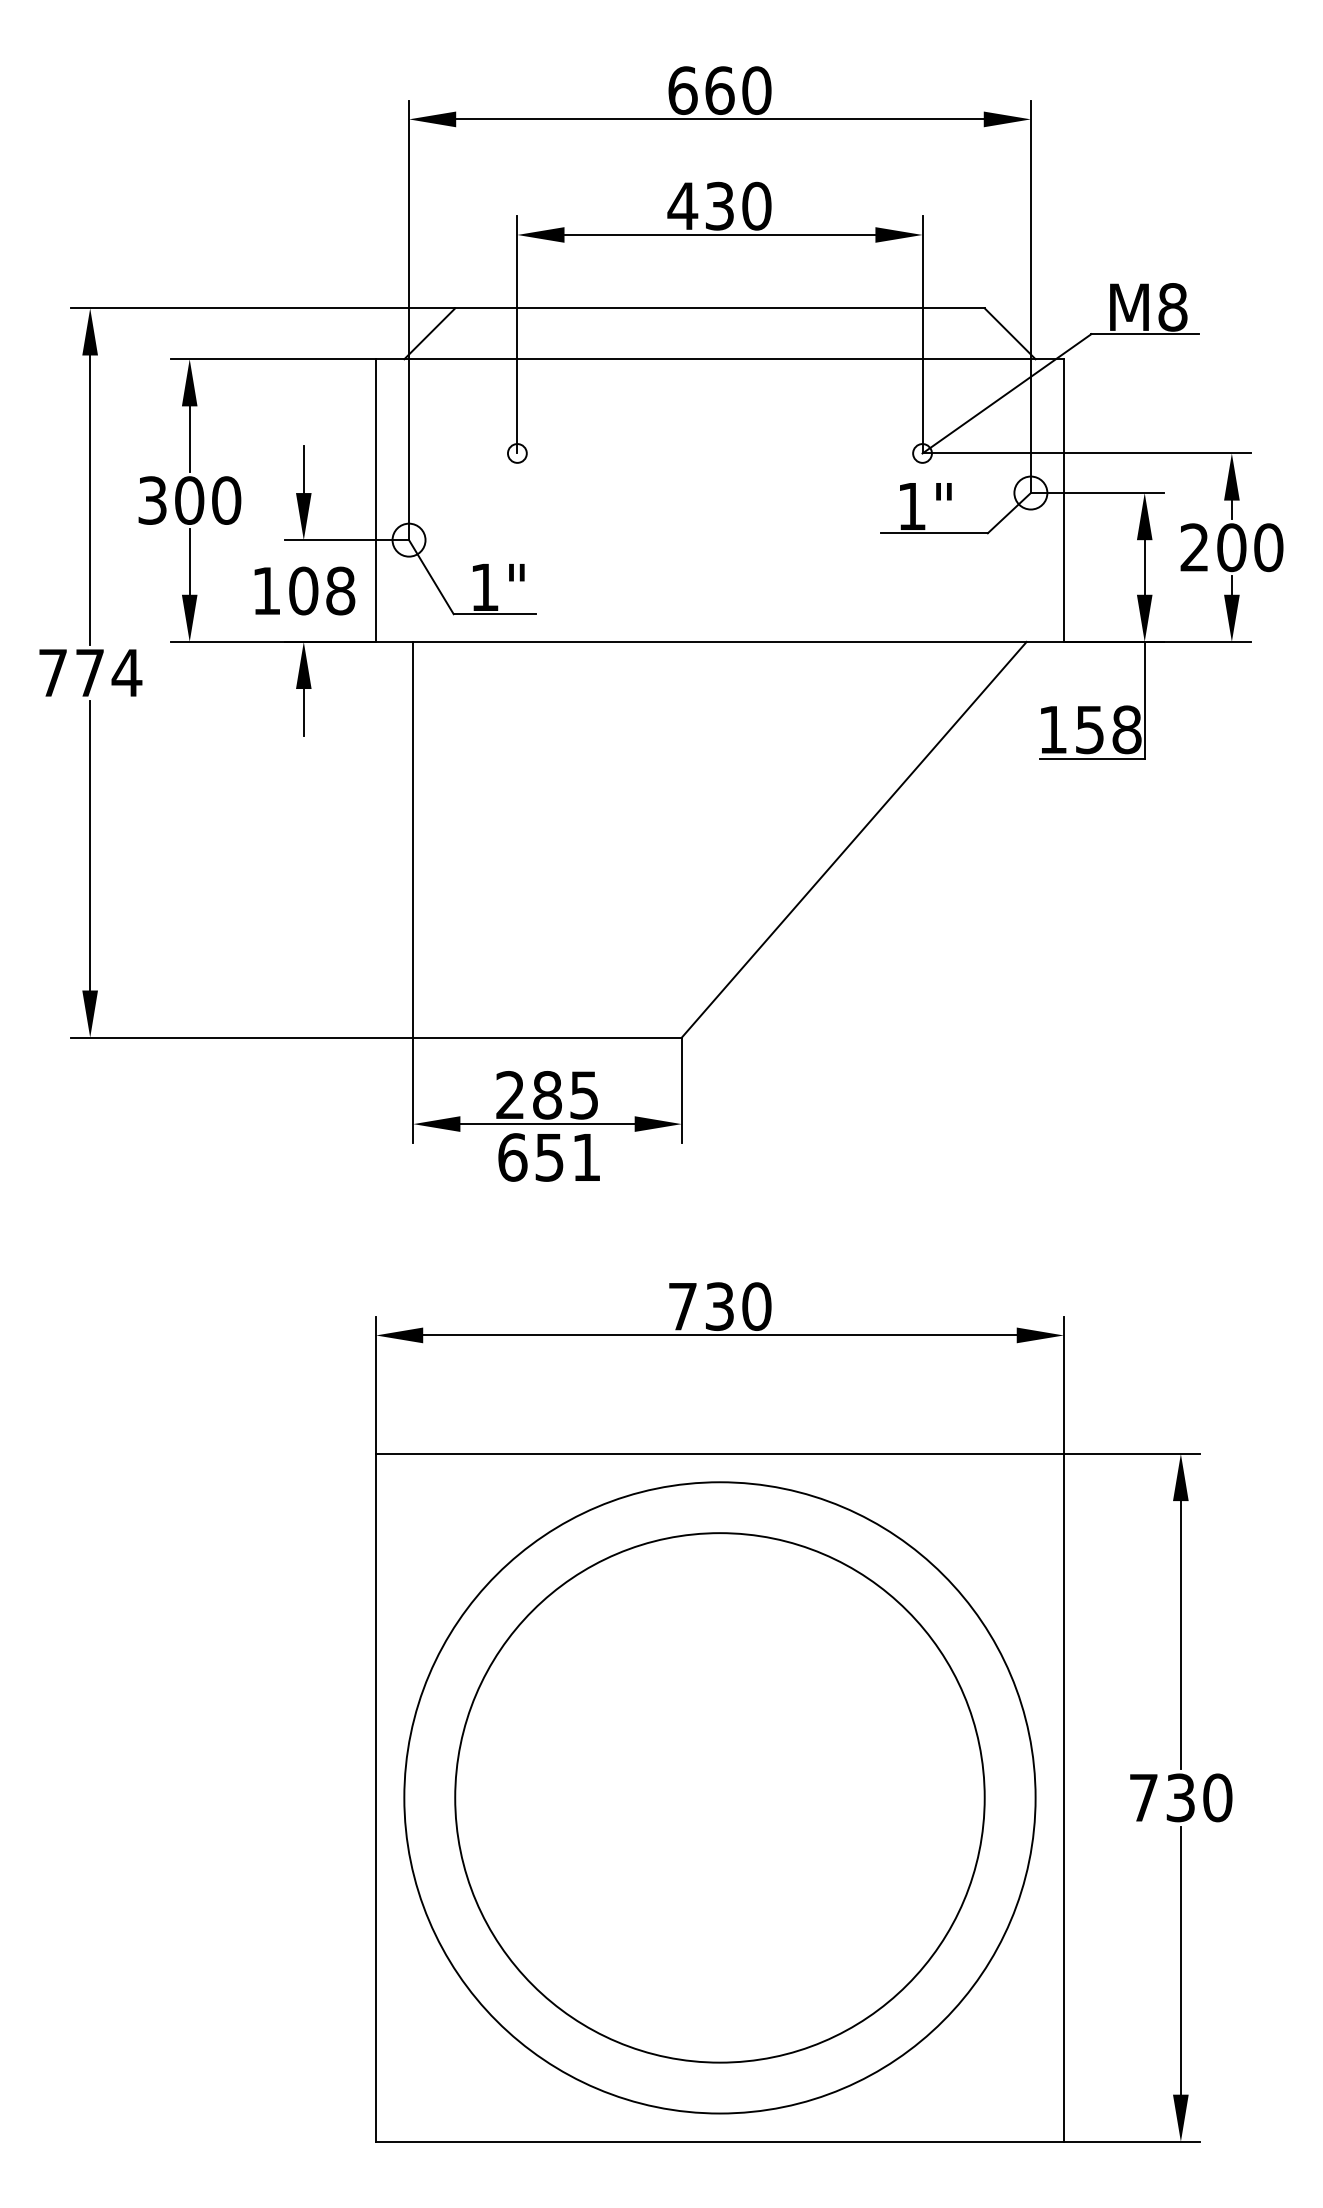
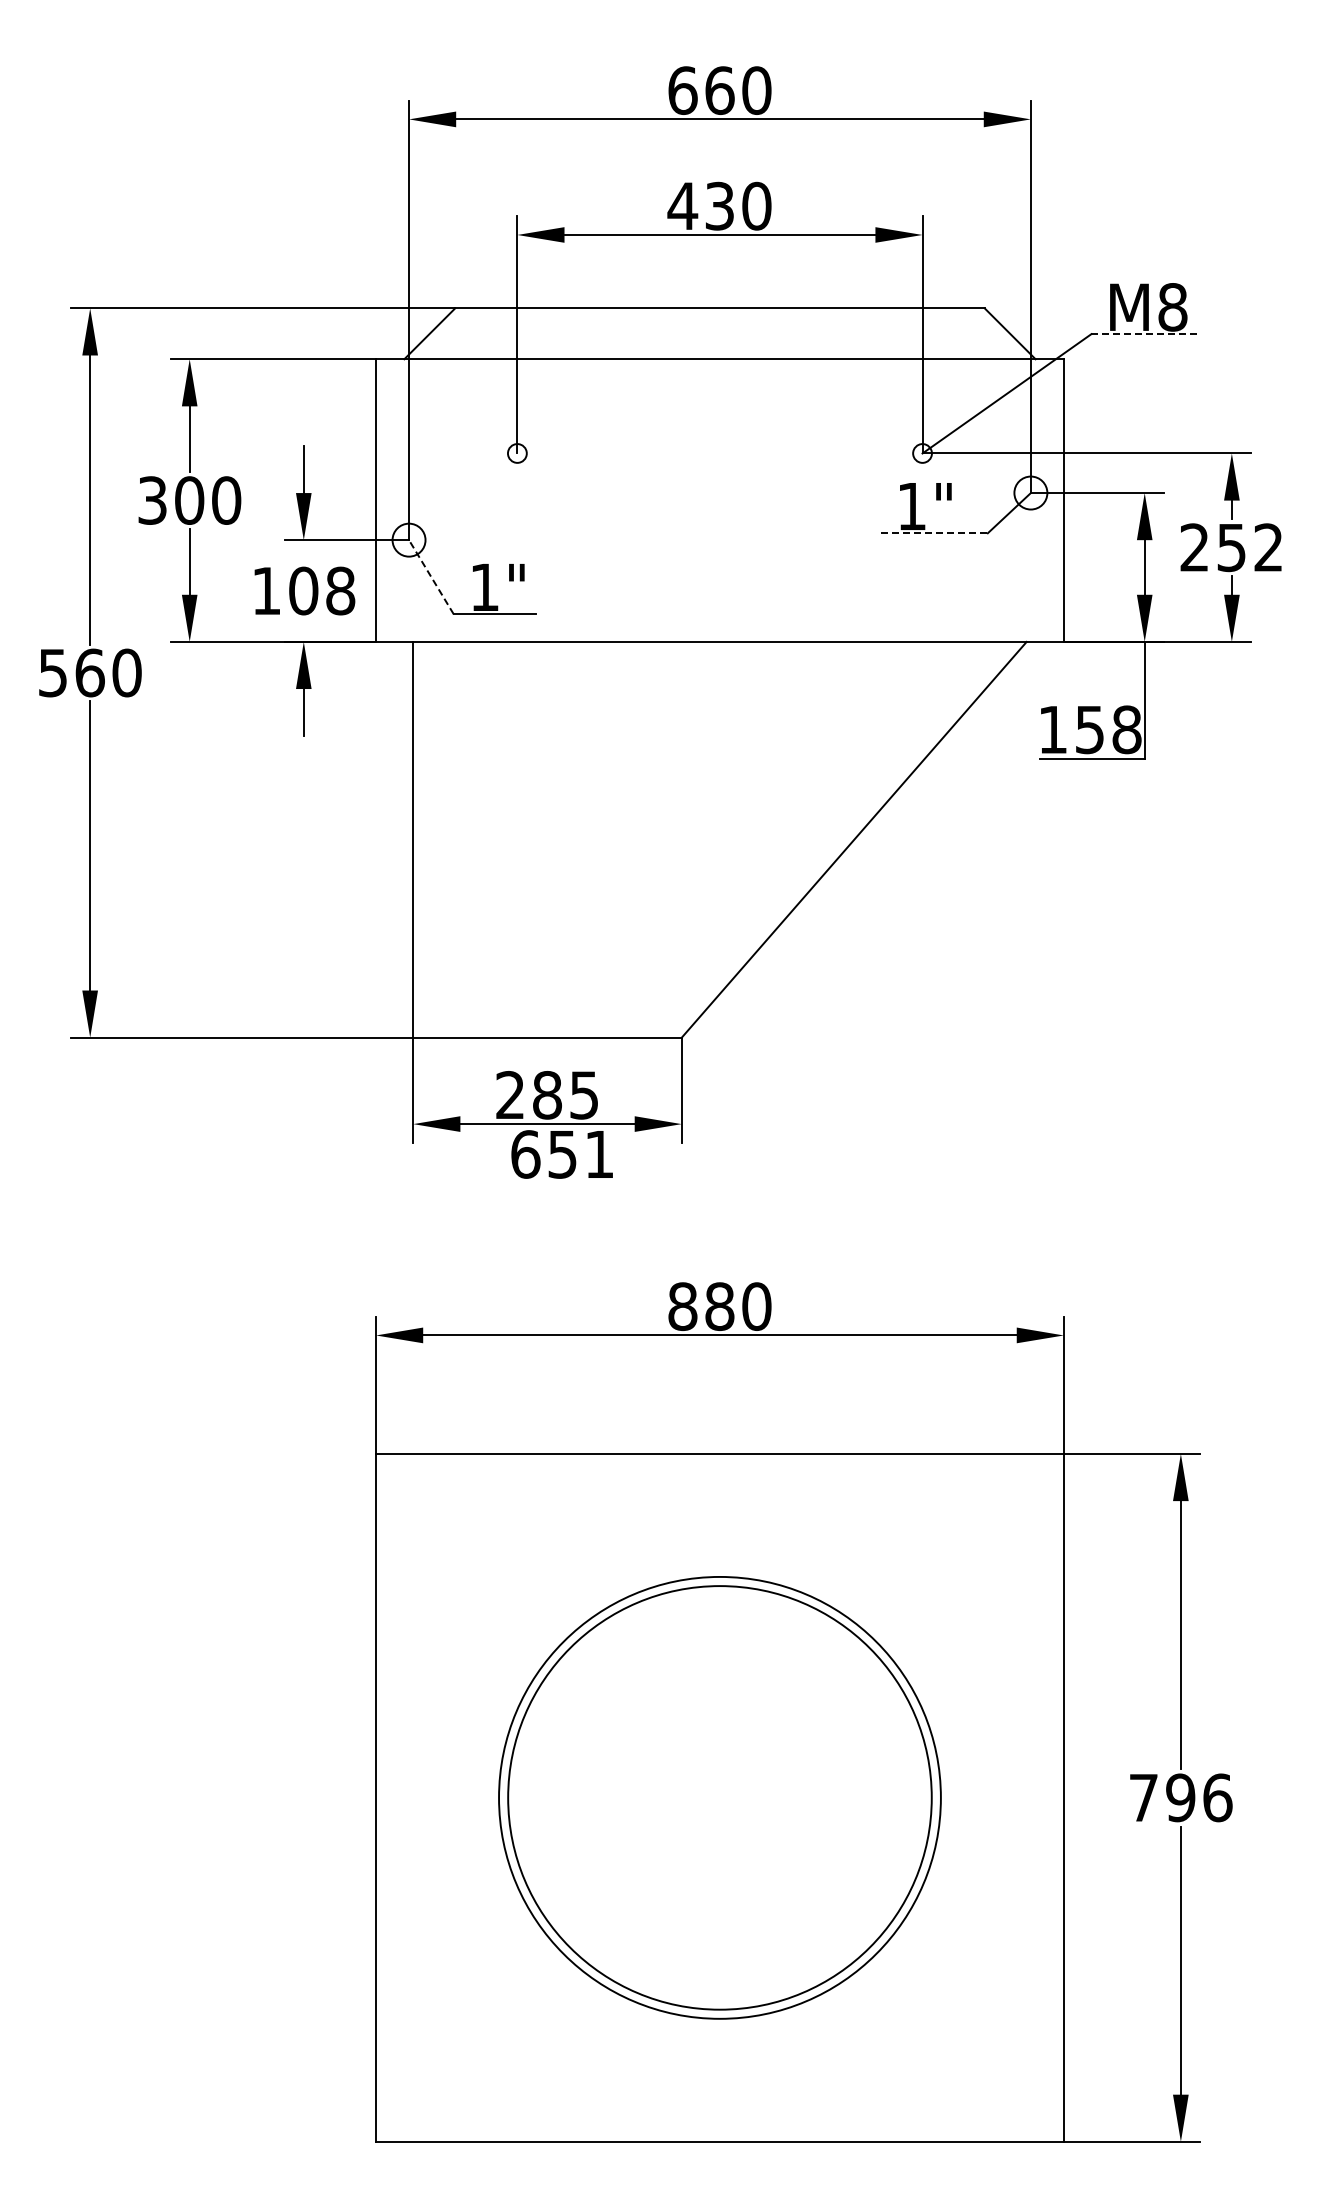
line at (1145, 334): solid -> dashed
line at (934, 533): solid -> dashed
text at (1250, 547): 200 -> 252
line at (431, 576): solid -> dashed
text at (90, 672): 774 -> 560
text at (548, 1157) position: (548, 1157) -> (561, 1154)
text at (701, 1306): 730 -> 880
circle at (719, 1797) diameter: 530 px -> 424 px
circle at (719, 1797) diameter: 631 px -> 442 px
text at (1199, 1797): 730 -> 796
